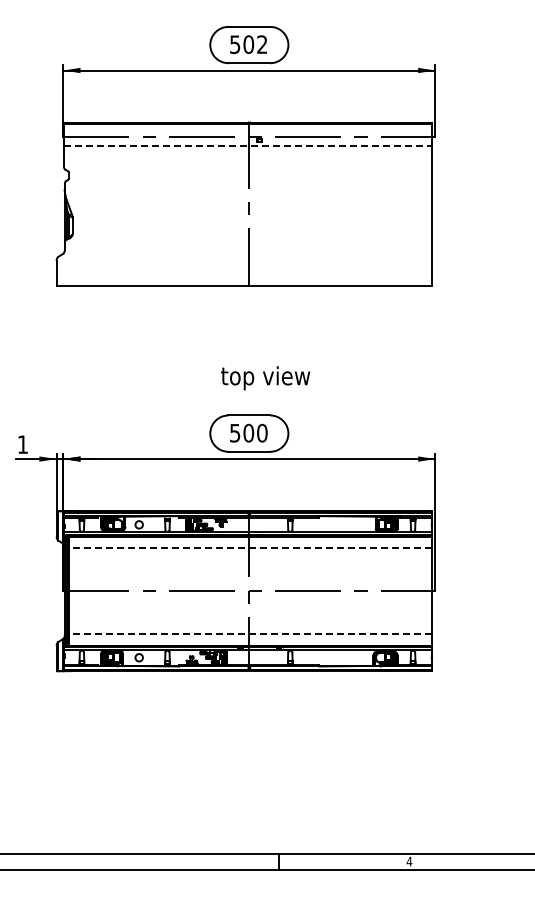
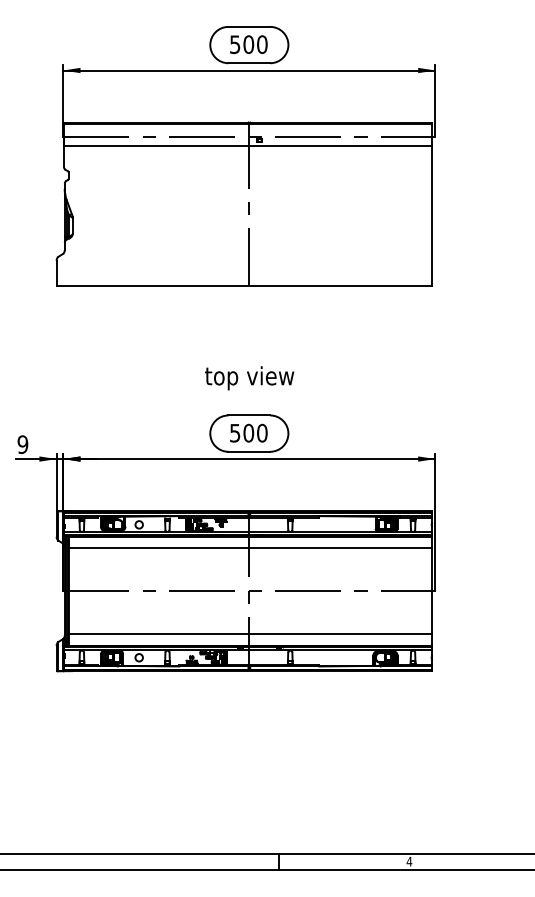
text at (262, 44): 502 -> 500
line at (248, 145): dashed -> solid
text at (265, 378) position: (265, 378) -> (249, 378)
text at (22, 444): 1 -> 9
line at (250, 548): dashed -> solid
line at (250, 634): dashed -> solid
